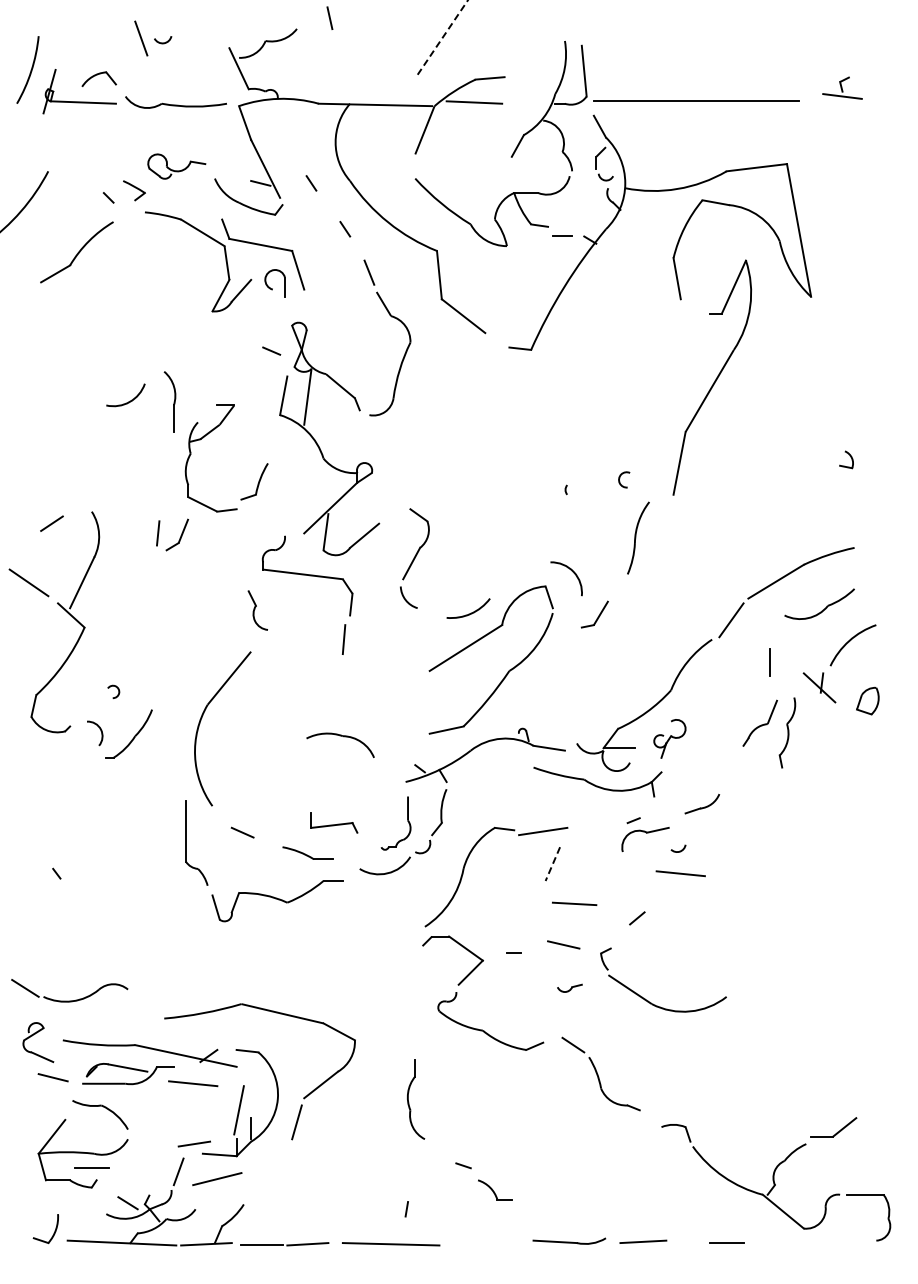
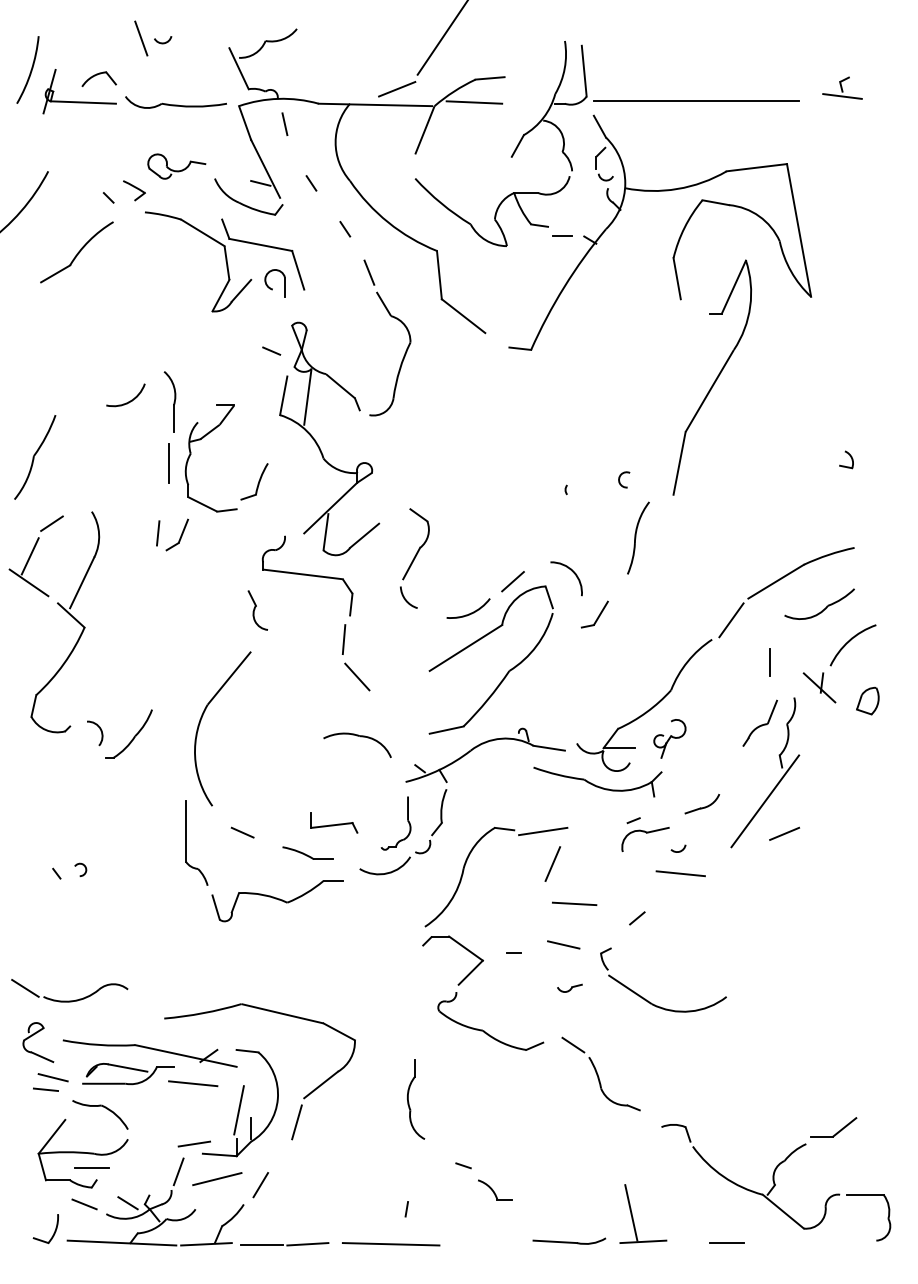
line at (329, 17) position: (329, 17) -> (284, 123)
line at (442, 37): dashed -> solid
line at (397, 89): none -> present
part at (35, 457): none -> present
line at (168, 463): none -> present
line at (29, 556): none -> present
line at (512, 581): none -> present
line at (357, 676): none -> present
arc at (116, 688) position: (116, 688) -> (83, 866)
part at (343, 737) position: (343, 737) -> (360, 737)
line at (765, 801): none -> present
line at (784, 833): none -> present
line at (552, 864): dashed -> solid
line at (45, 1089): none -> present
line at (260, 1185): none -> present
line at (84, 1204): none -> present
line at (631, 1212): none -> present
